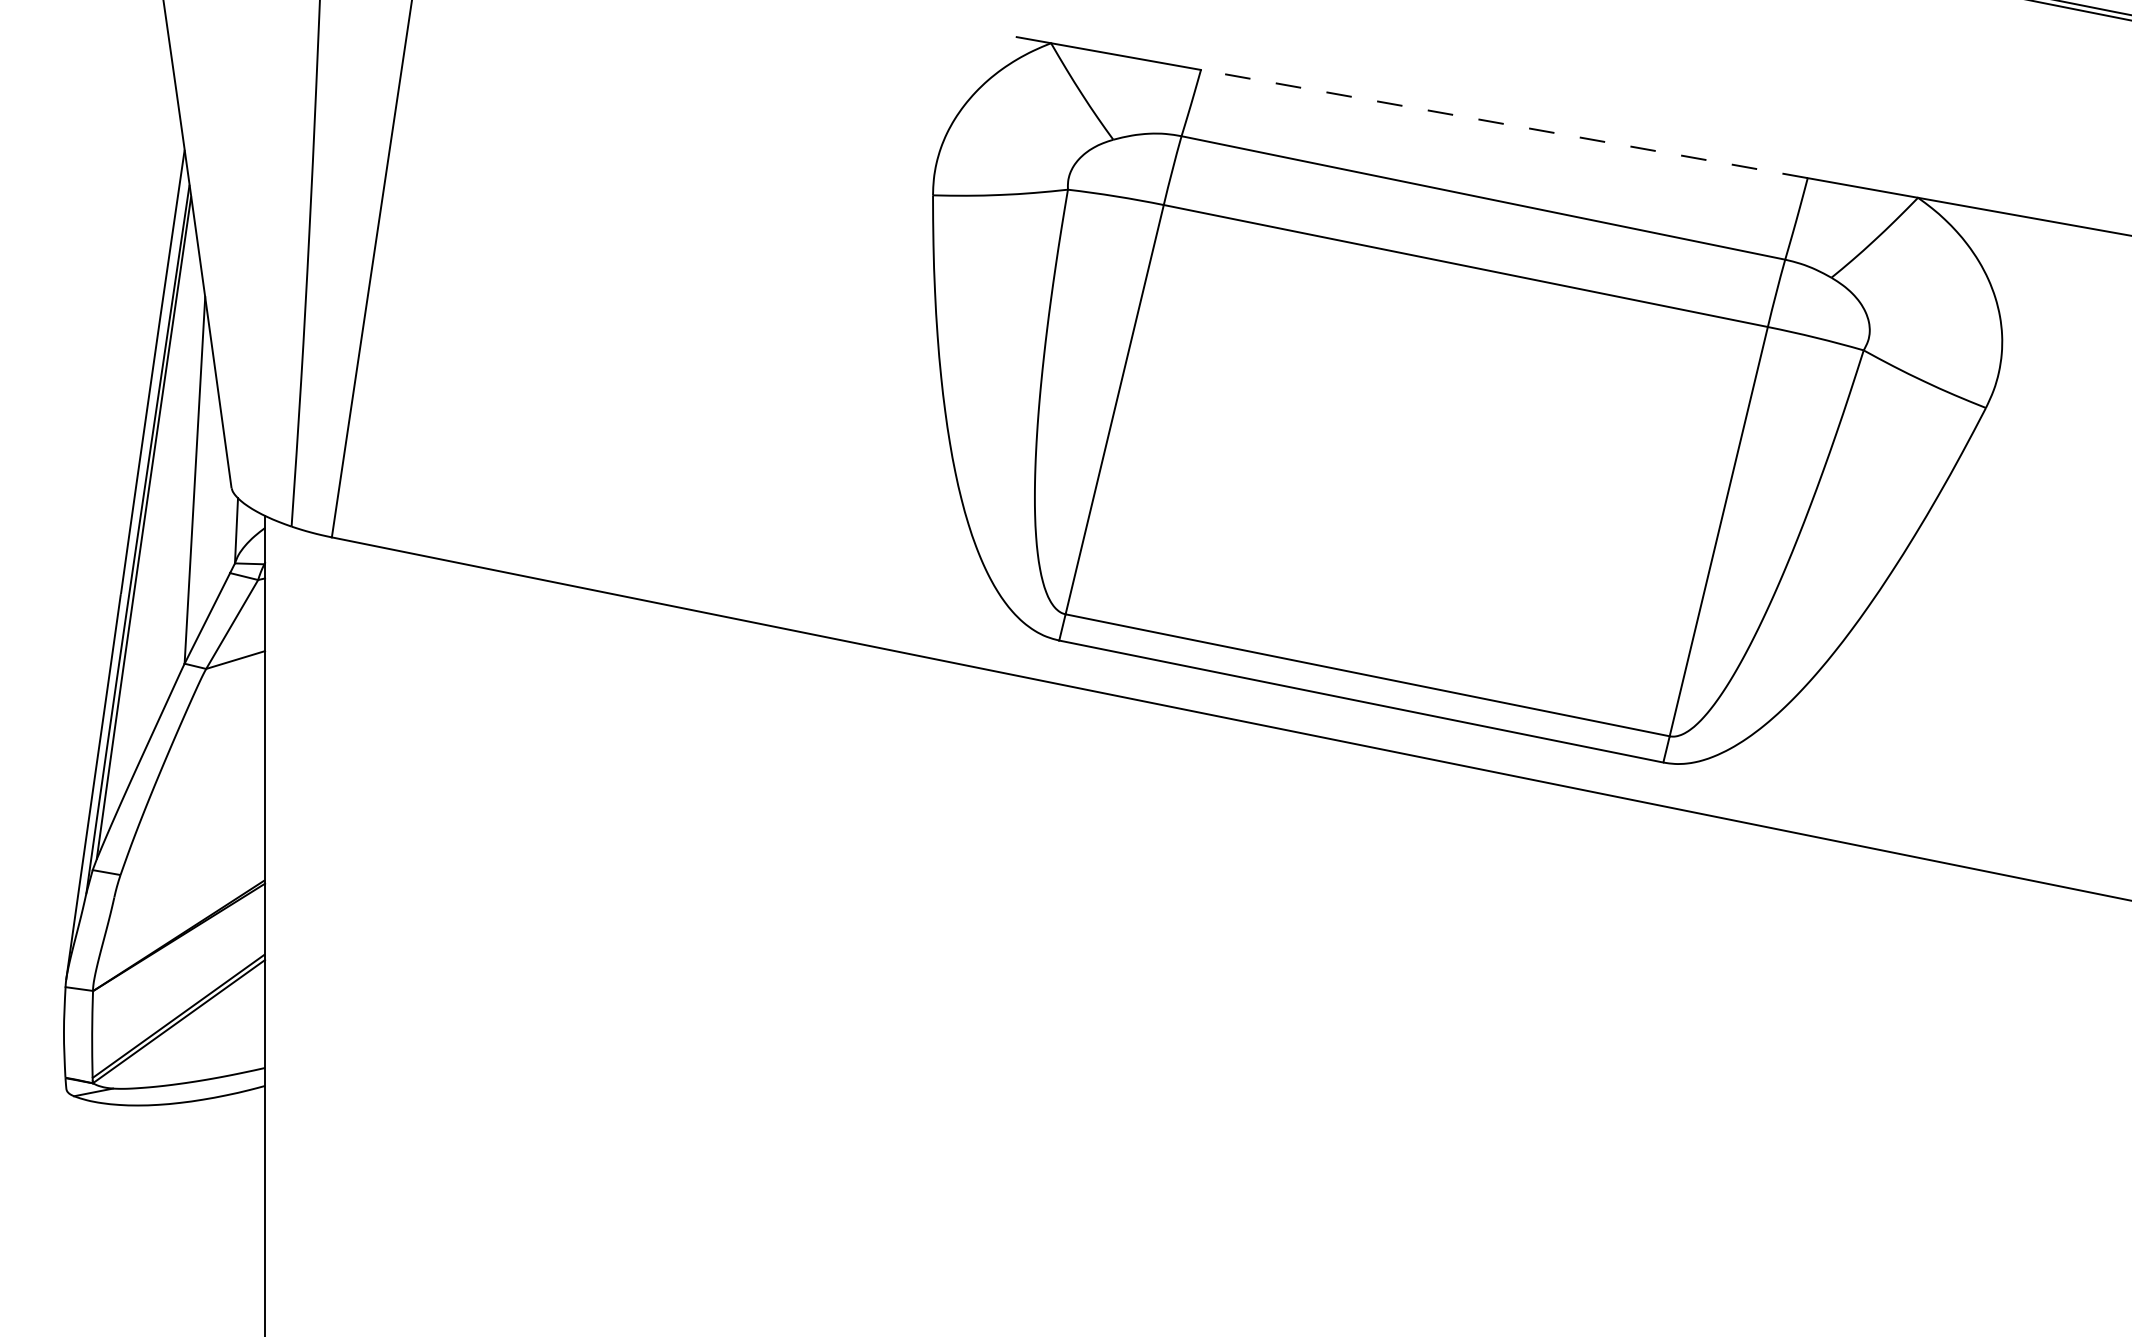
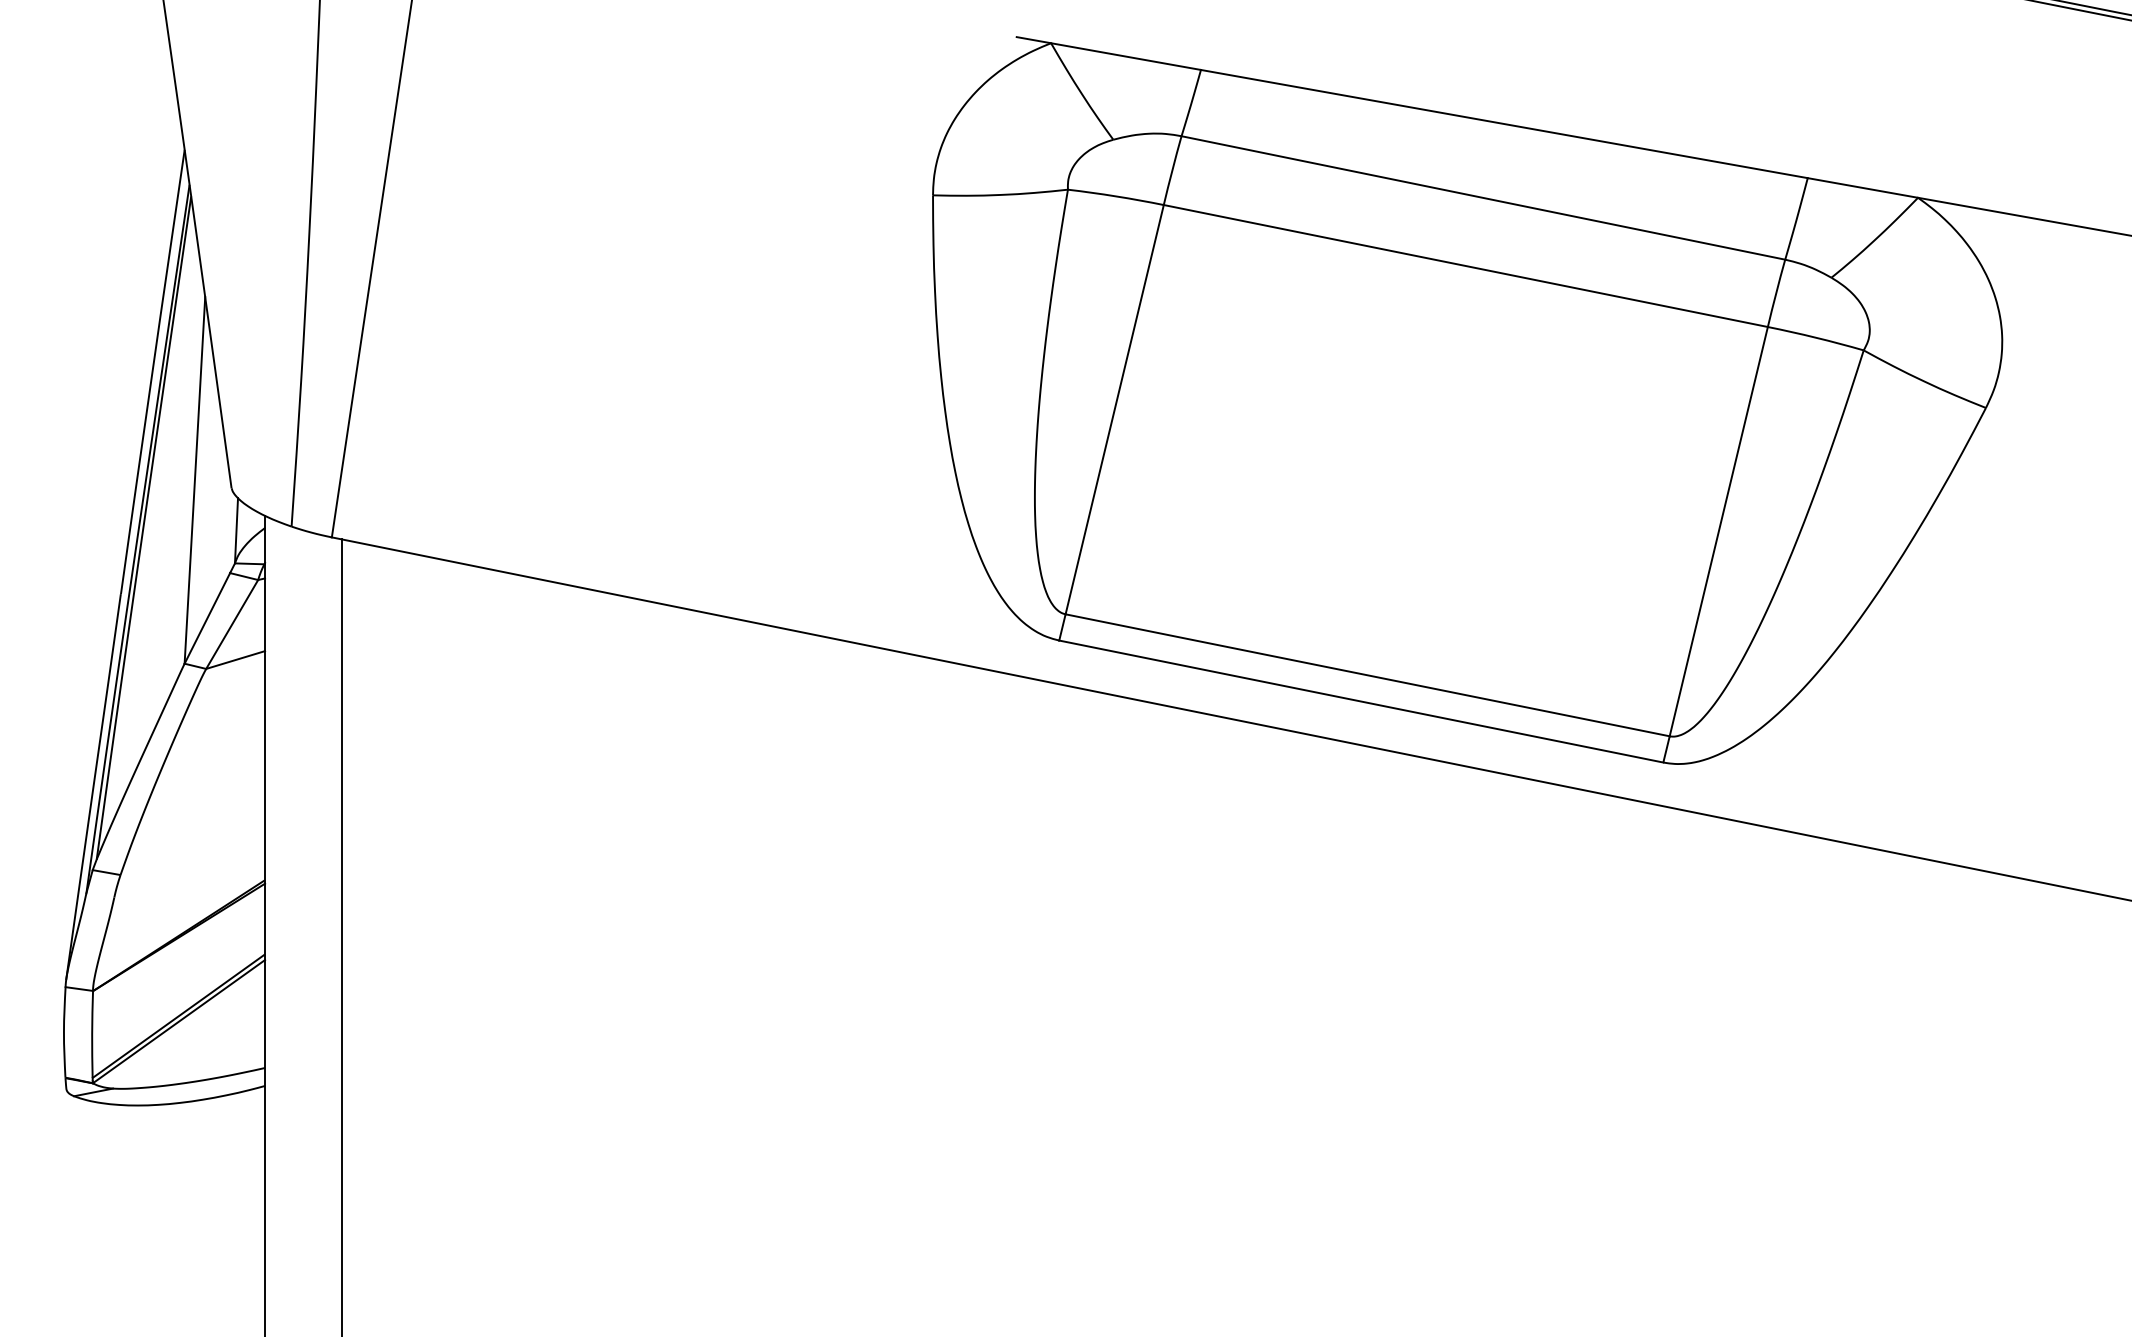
line at (1503, 123): dashed -> solid
line at (342, 936): none -> present
